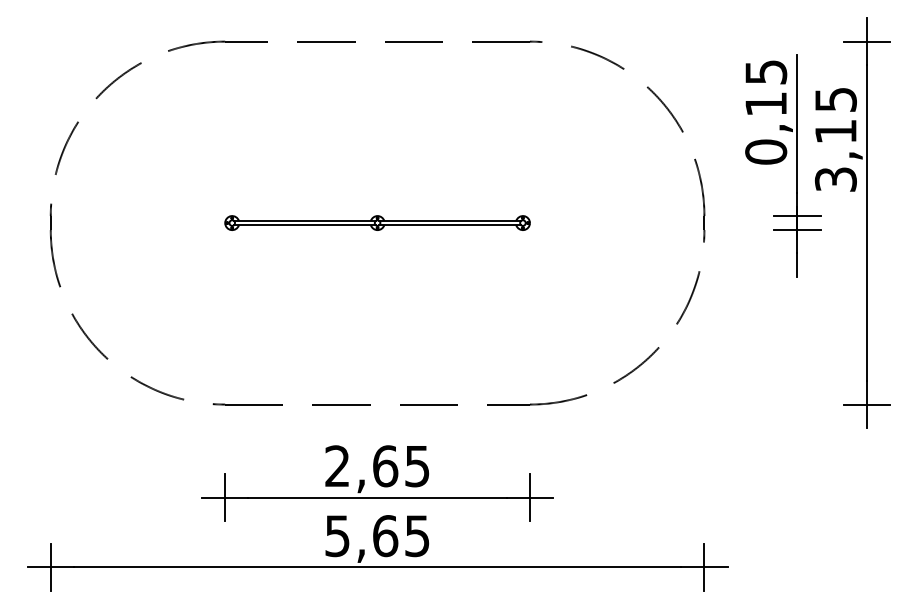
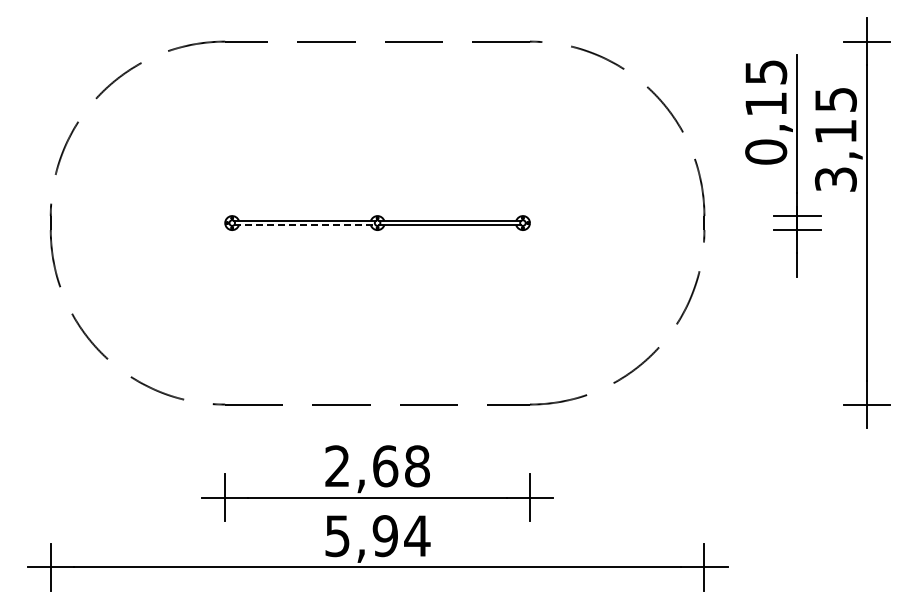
line at (304, 225): solid -> dashed
text at (417, 466): 2,65 -> 2,68
text at (401, 536): 5,65 -> 5,94
